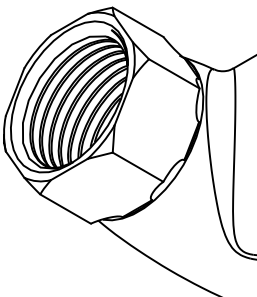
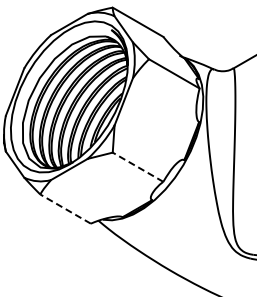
line at (137, 166): solid -> dashed
line at (65, 208): solid -> dashed
